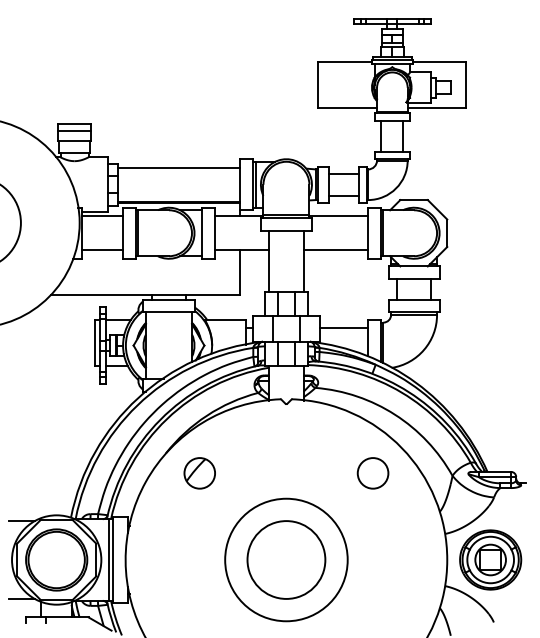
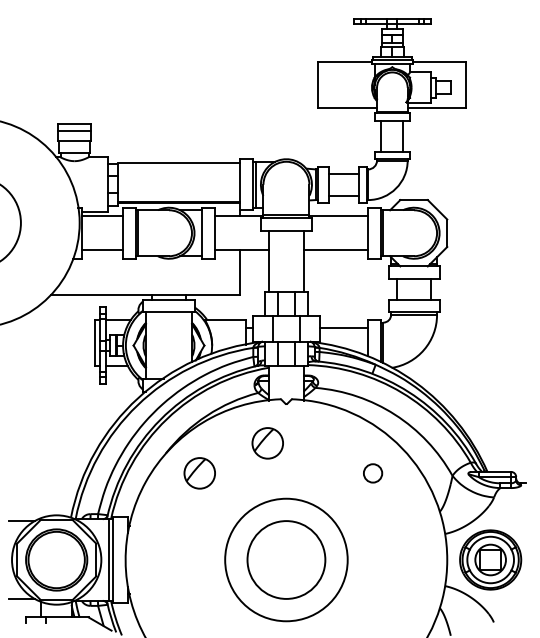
line at (178, 167) position: (178, 167) -> (178, 162)
part at (267, 443): none -> present
circle at (372, 473) size: 34x33 px -> 21x21 px
